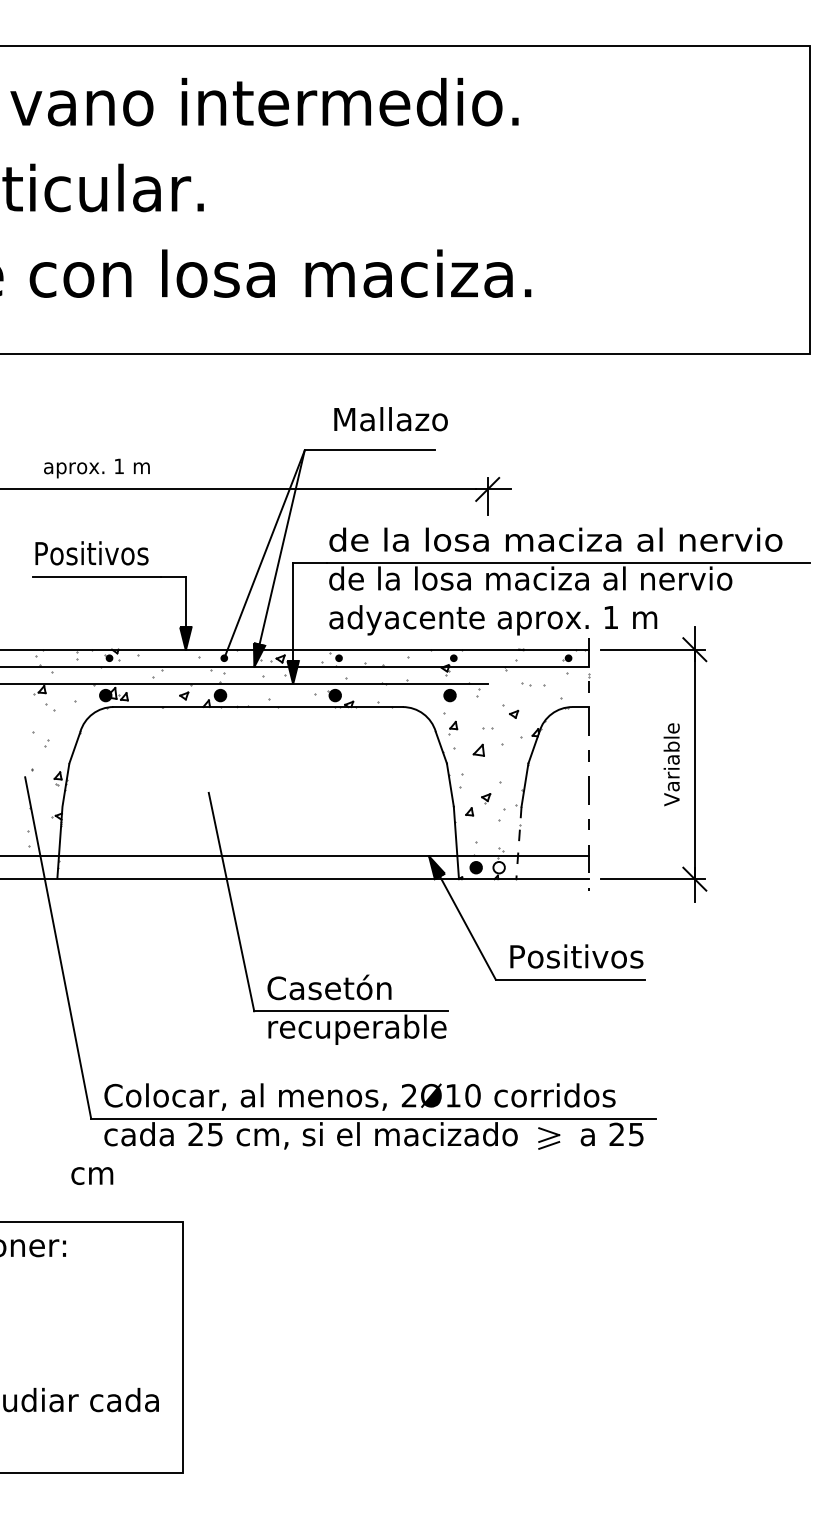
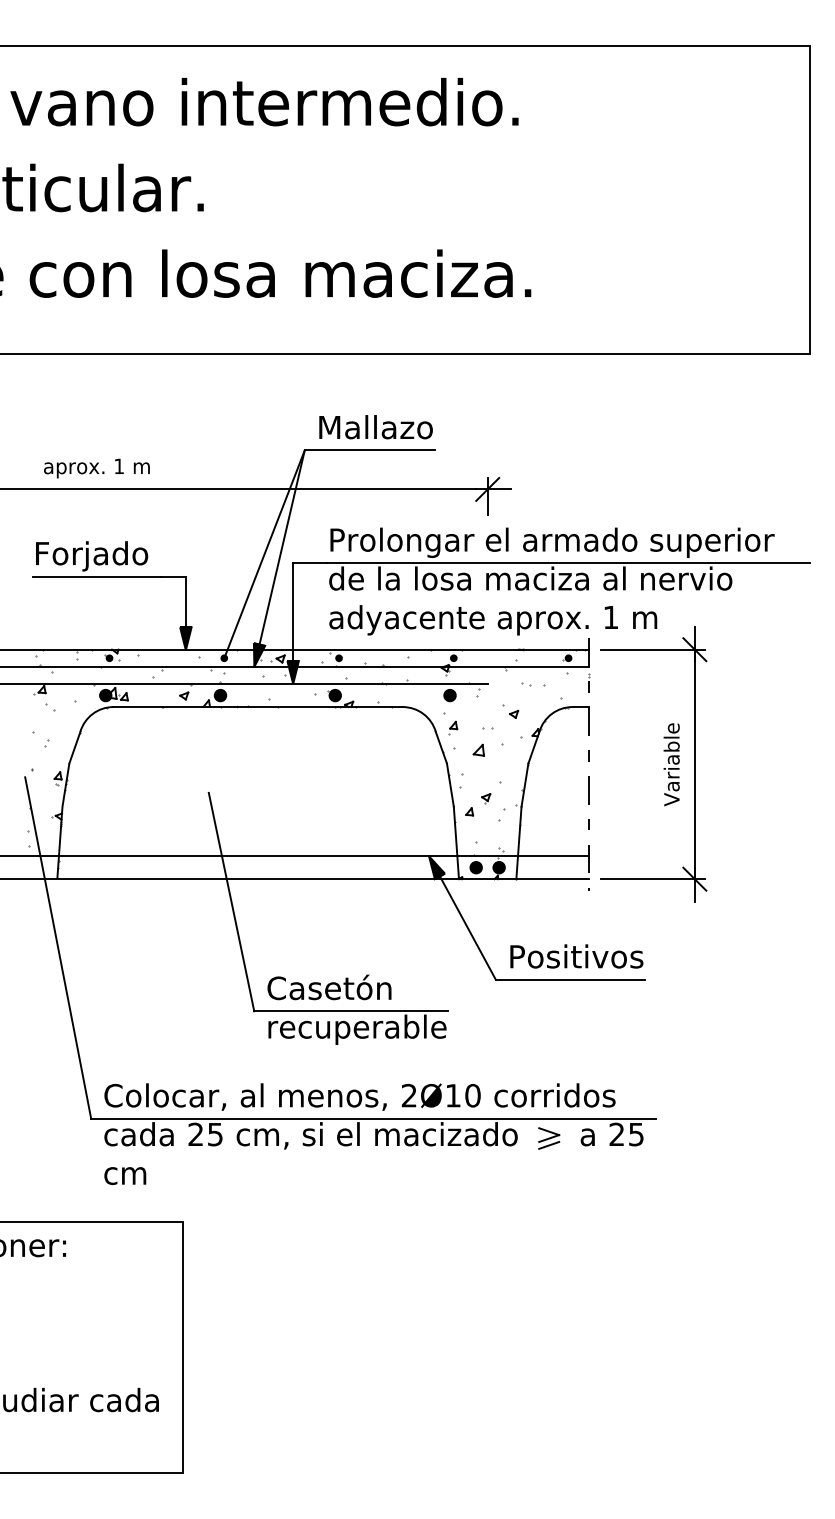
text at (390, 419) position: (390, 419) -> (375, 427)
text at (555, 542): de la losa maciza al nervio -> Prolongar el armado superior
text at (91, 556): Positivos -> Forjado
line at (518, 843): dashed -> solid
fill at (498, 867): none -> present
text at (92, 1175) position: (92, 1175) -> (125, 1175)
